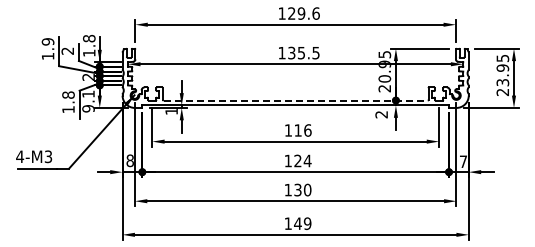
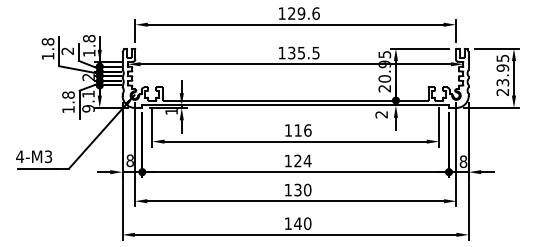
text at (48, 41): 1.9 -> 1.8
line at (296, 100): dashed -> solid
text at (463, 161): 7 -> 8
text at (307, 223): 149 -> 140
